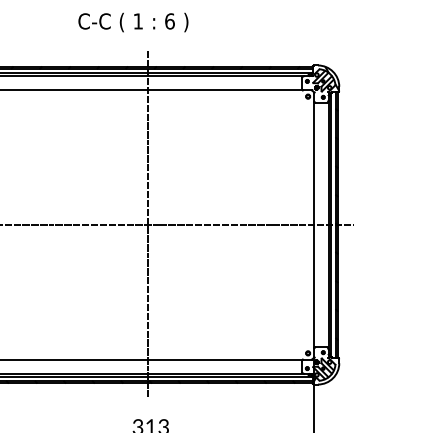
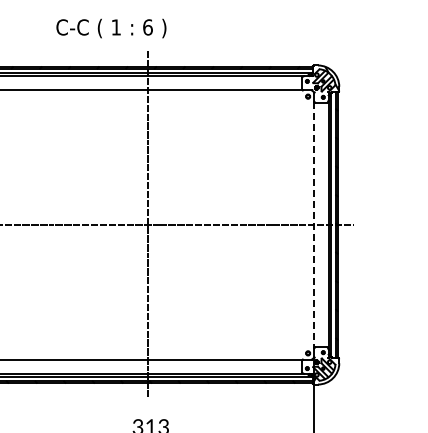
text at (133, 22) position: (133, 22) -> (111, 28)
line at (314, 225): solid -> dashed
